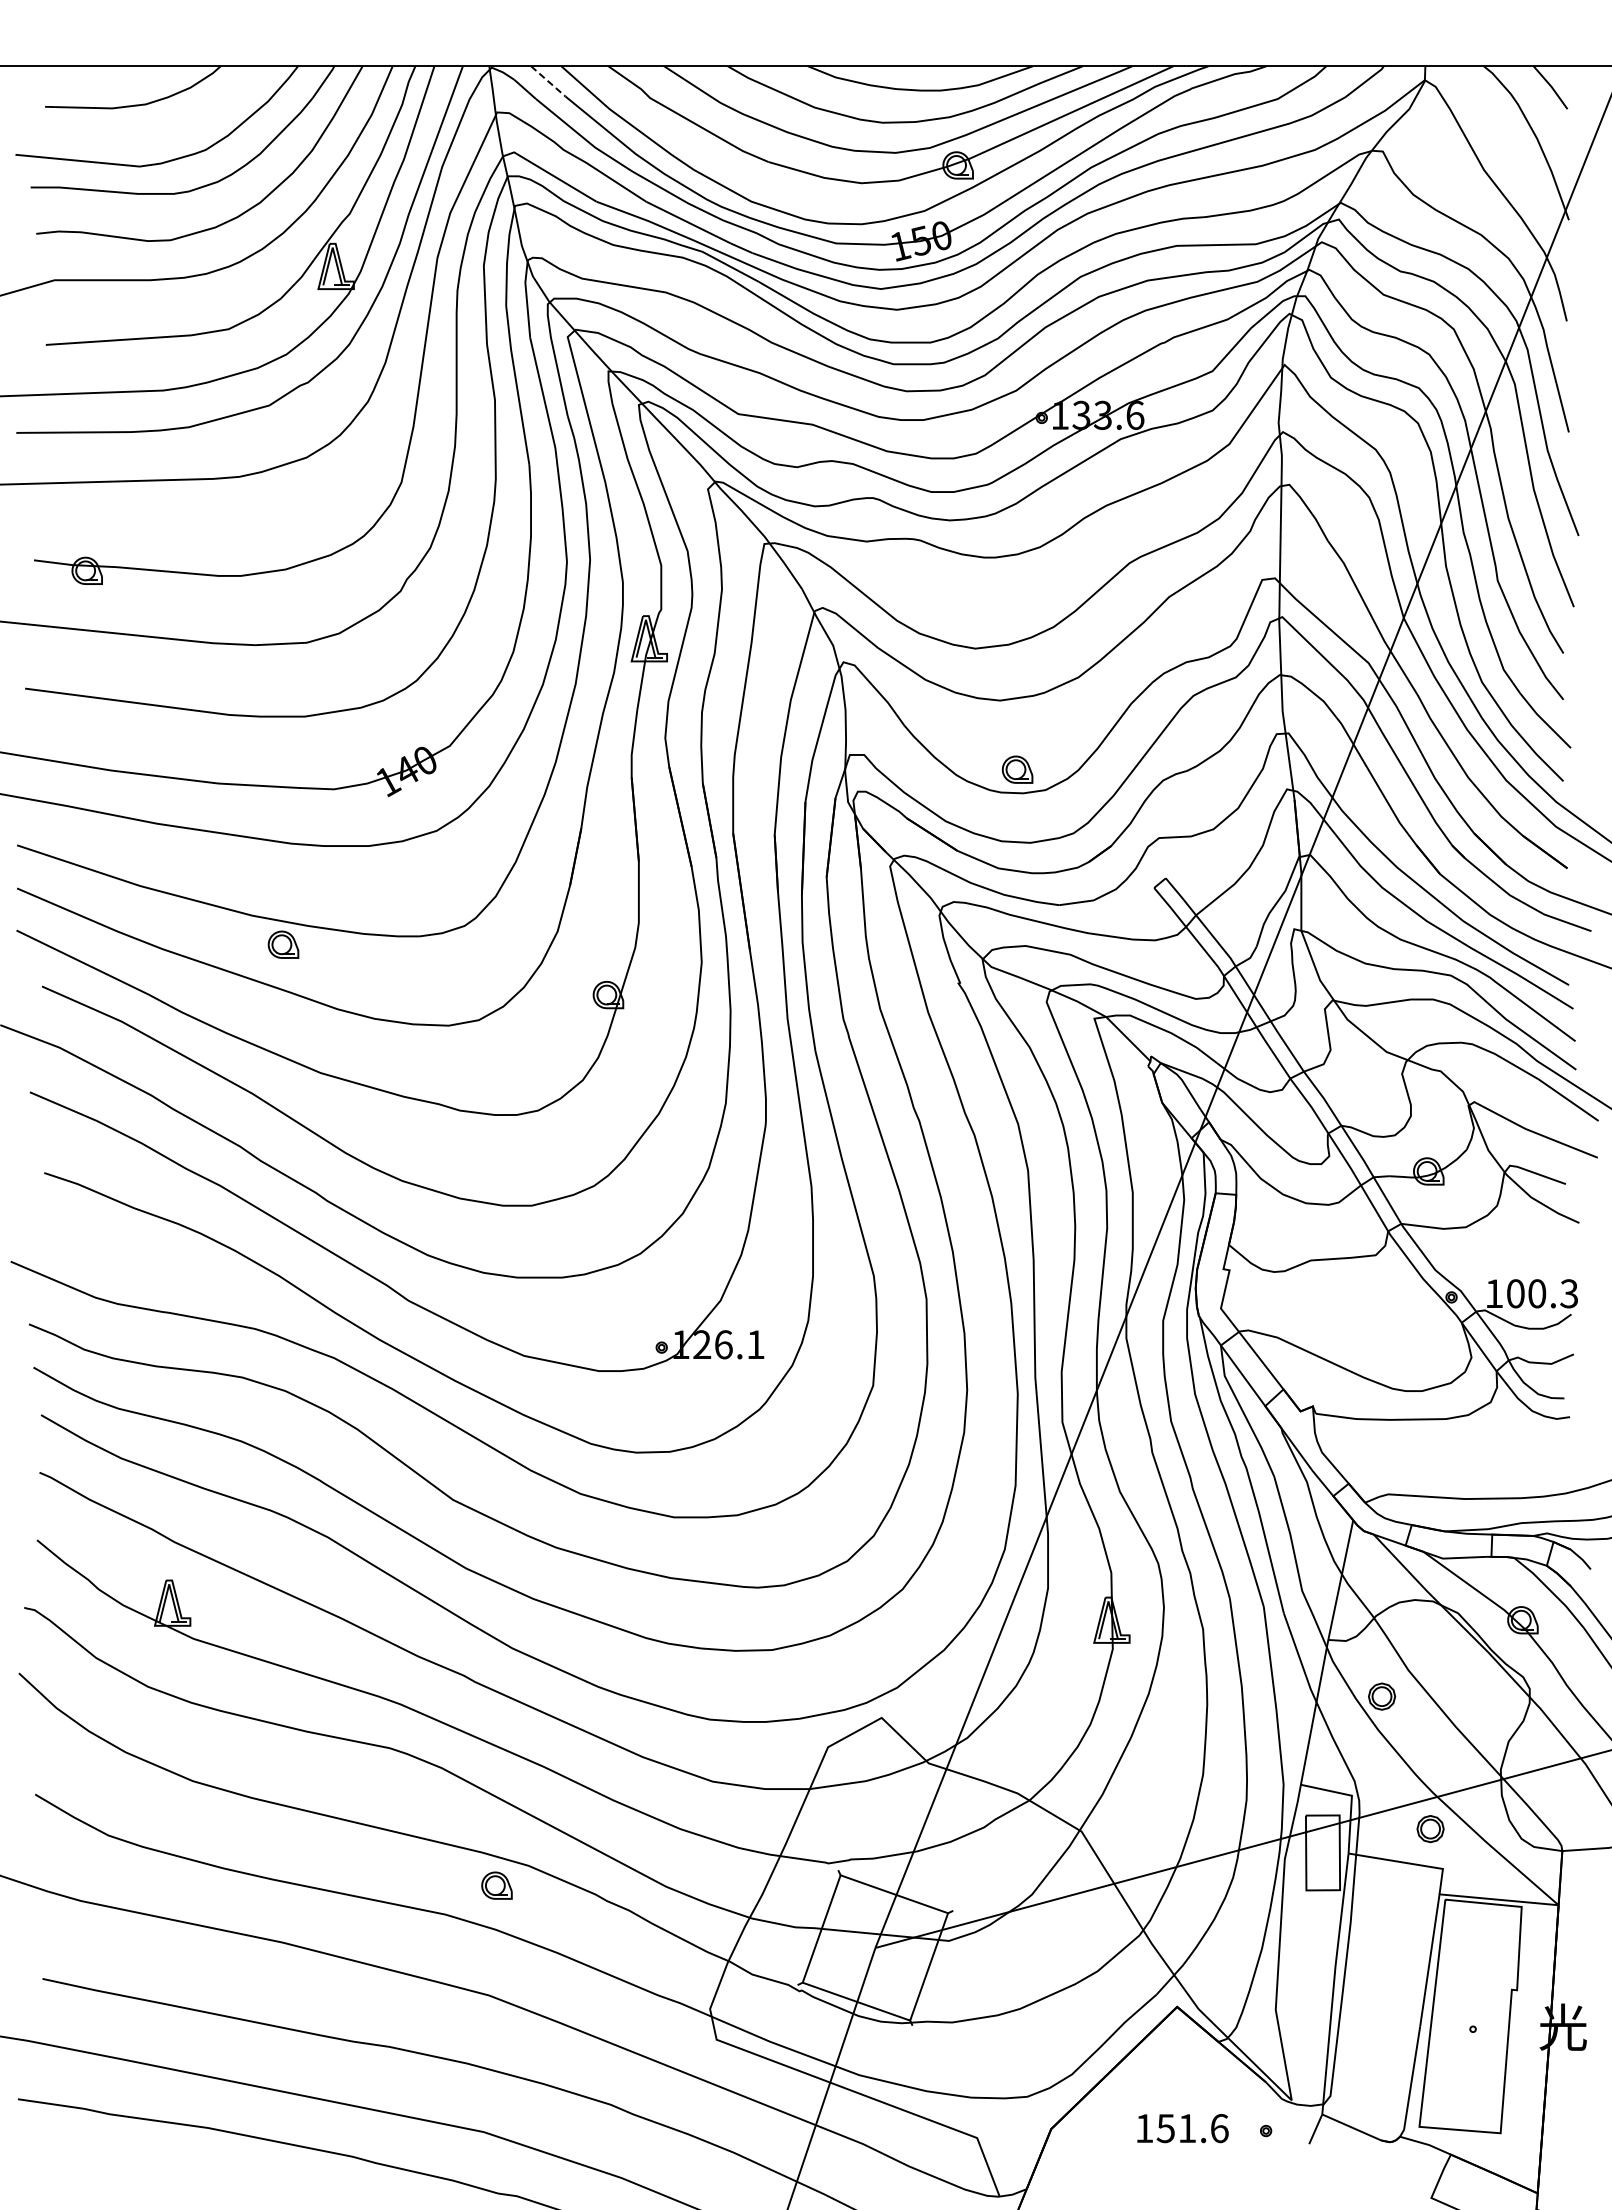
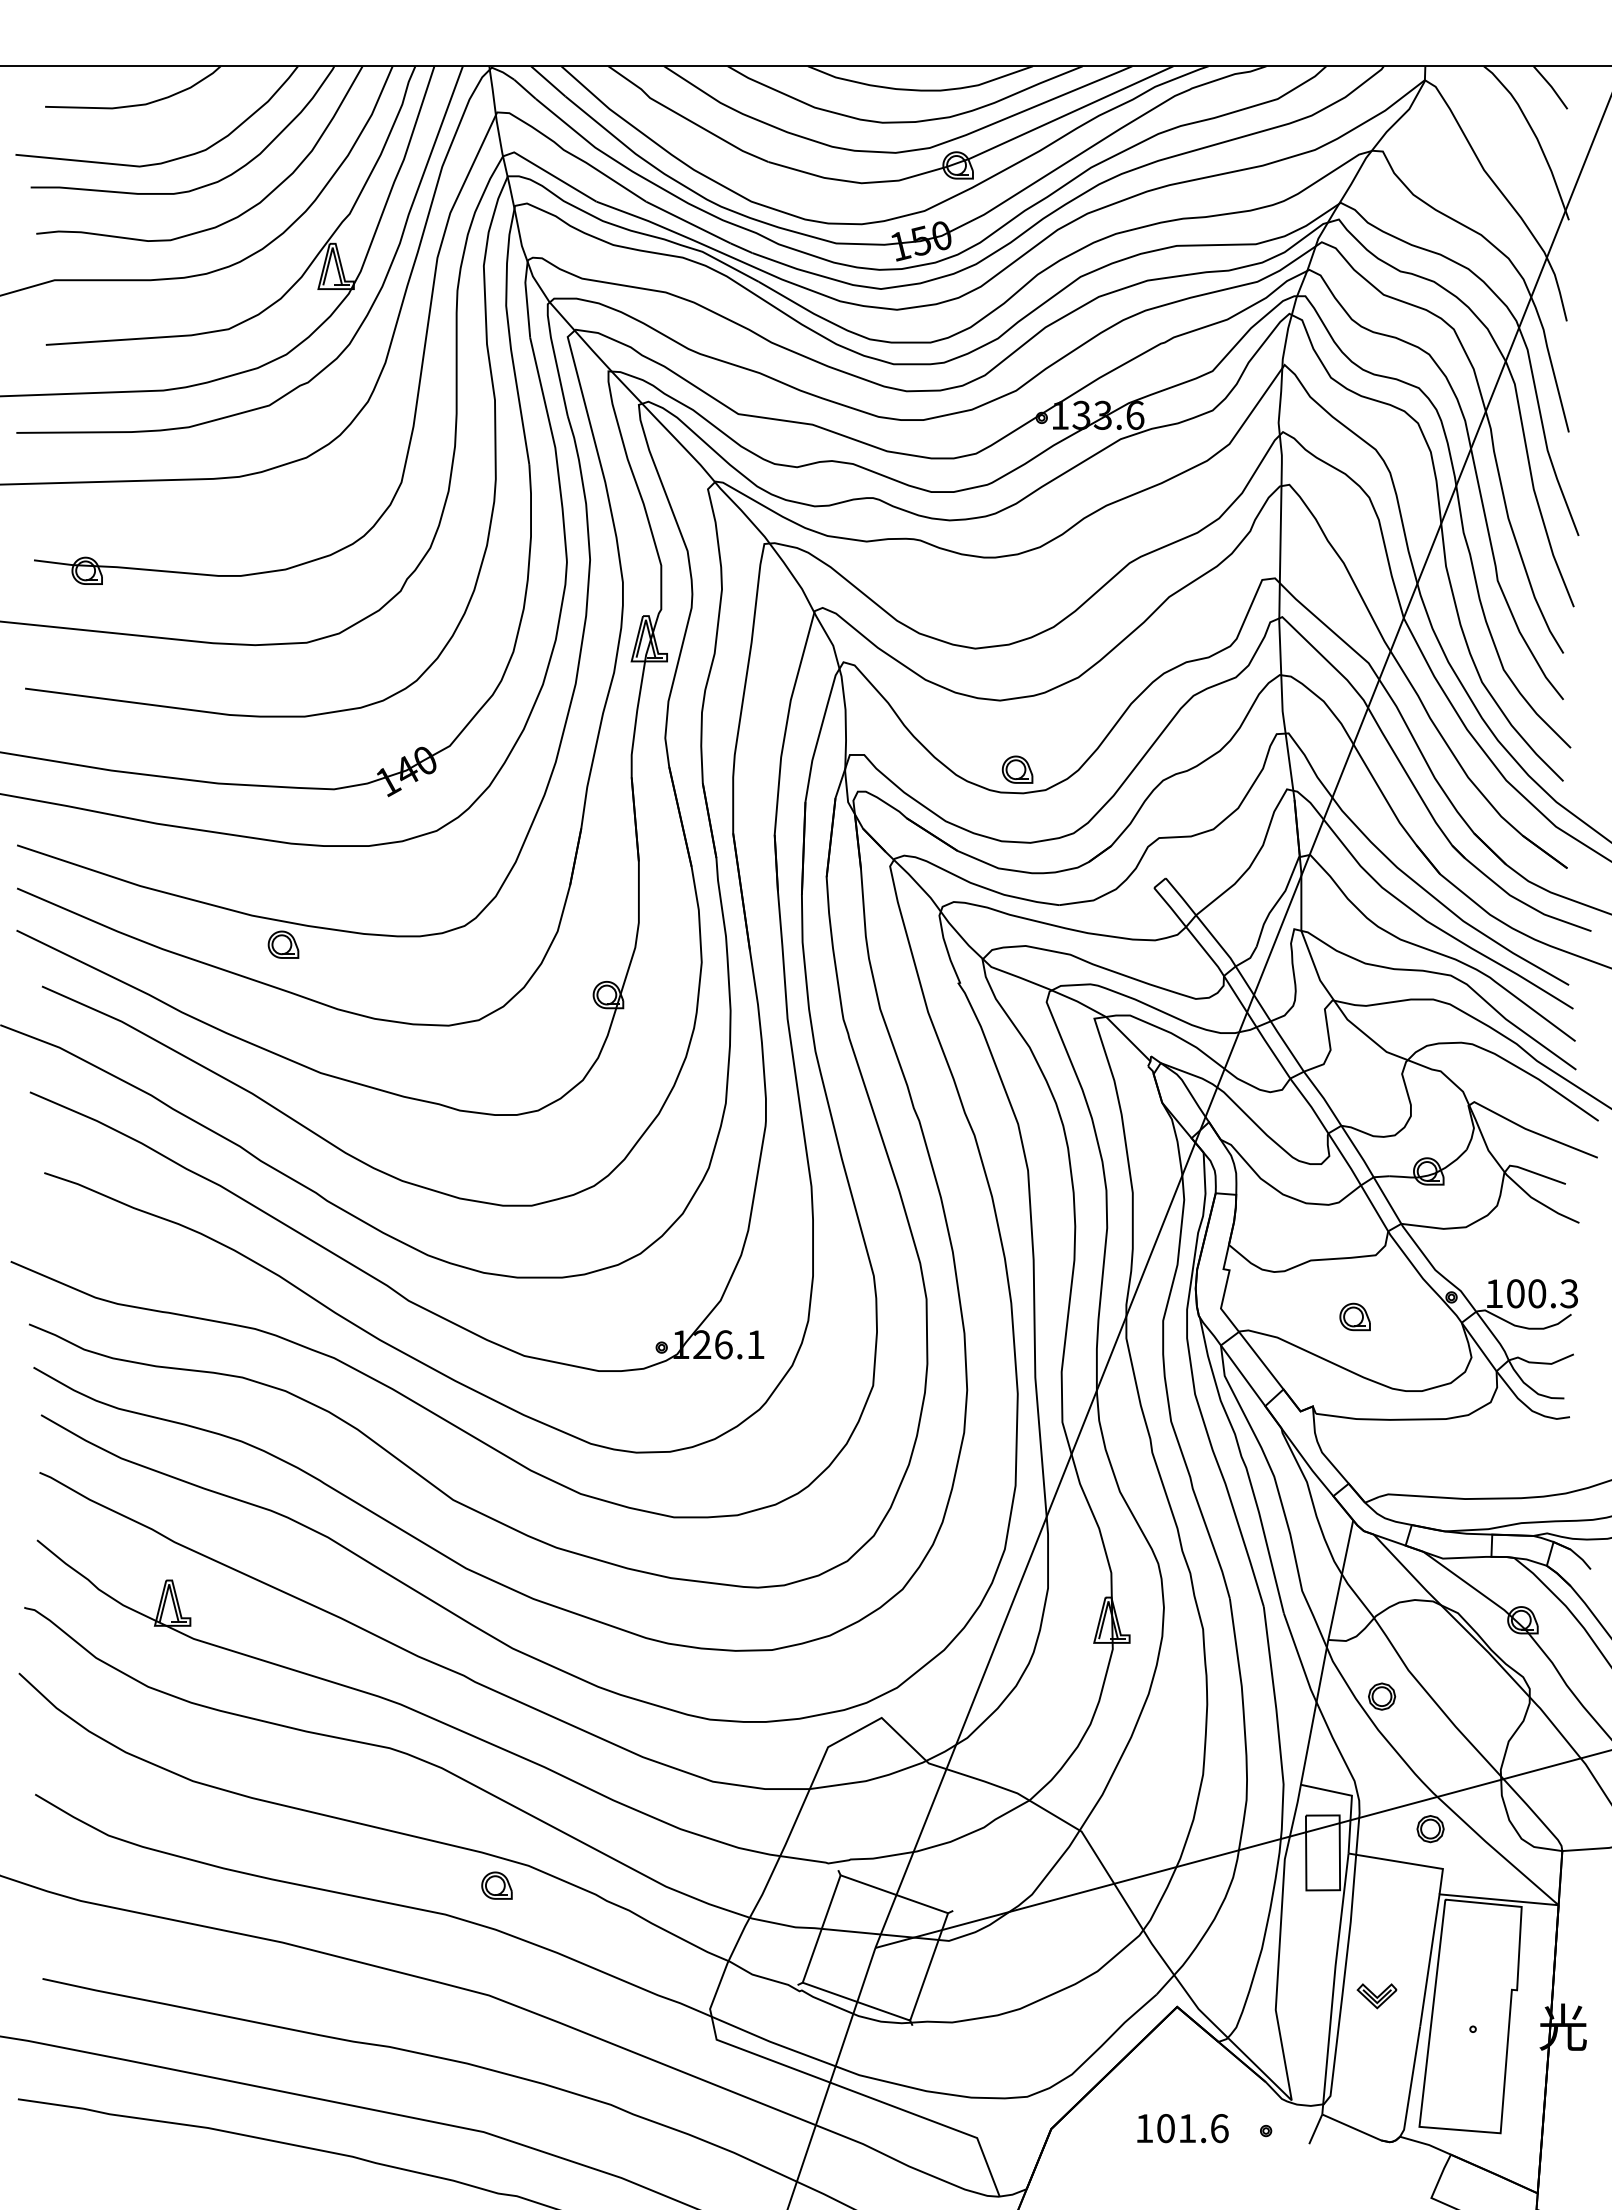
line at (548, 81): dashed -> solid
part at (1354, 1316): none -> present
part at (1376, 1996): none -> present
text at (1165, 2128): 151.6 -> 101.6
